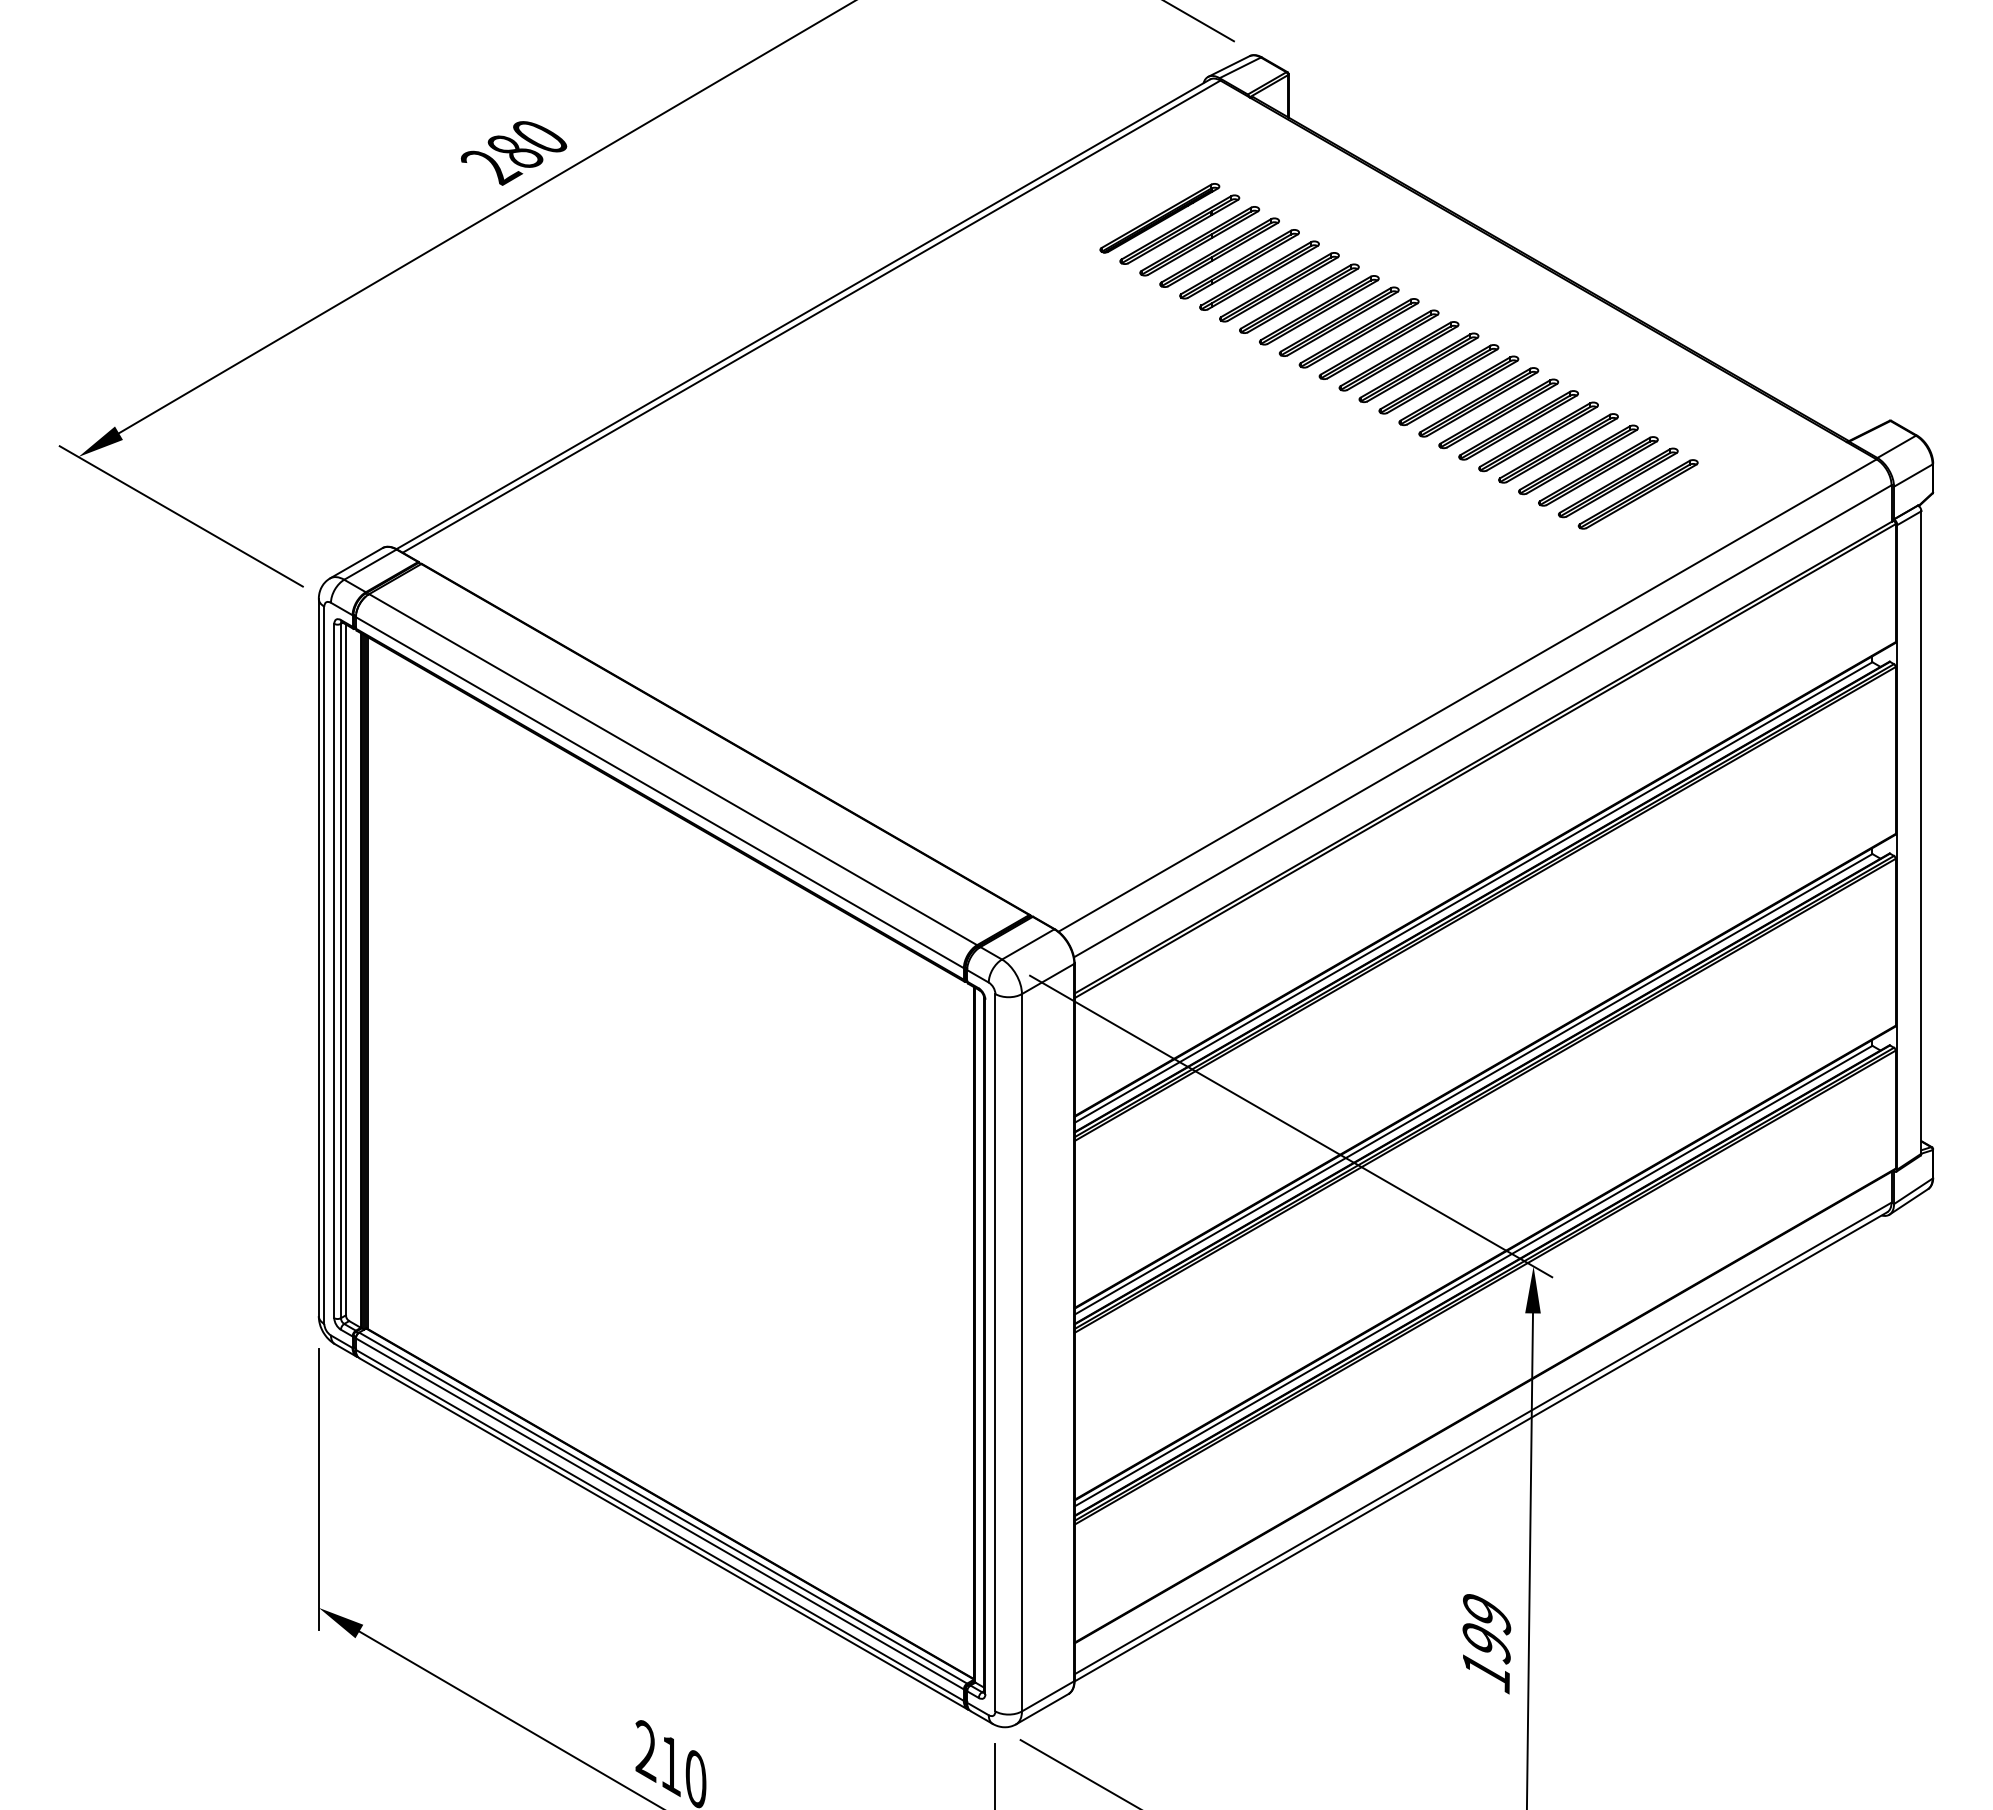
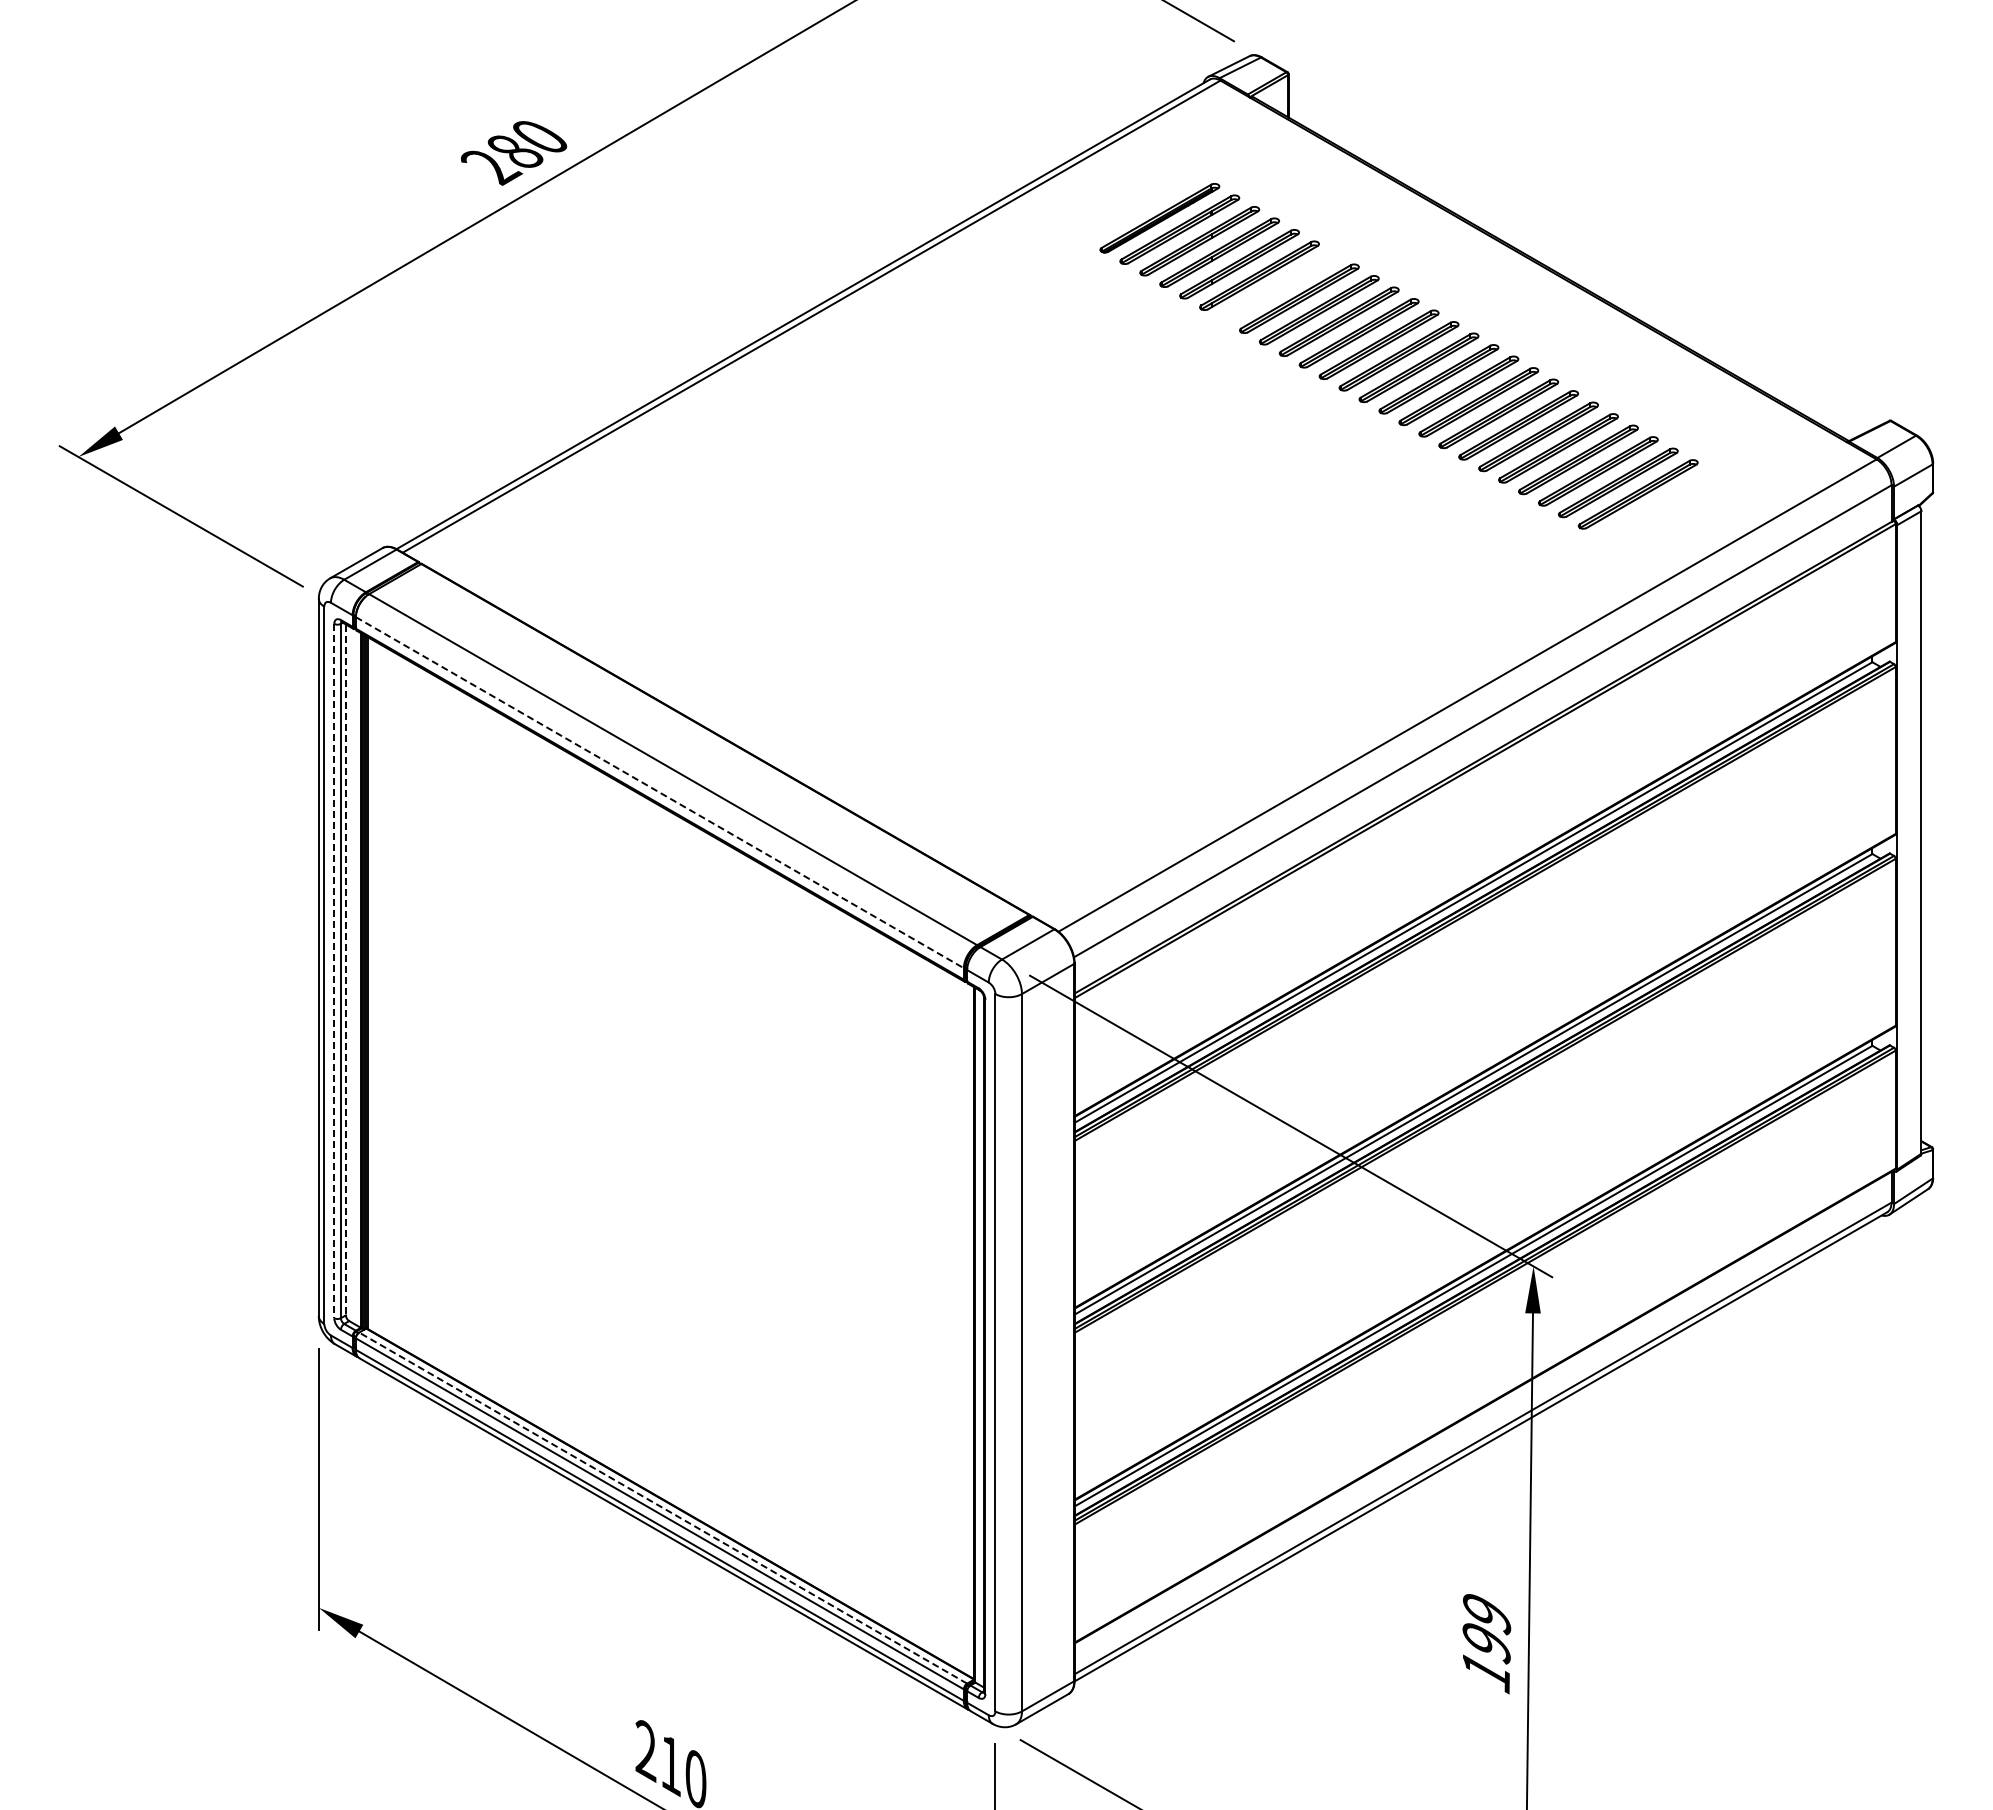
part at (1279, 287): present -> none
line at (660, 792): solid -> dashed
line at (345, 970): solid -> dashed
line at (334, 971): solid -> dashed
line at (662, 1507): solid -> dashed
